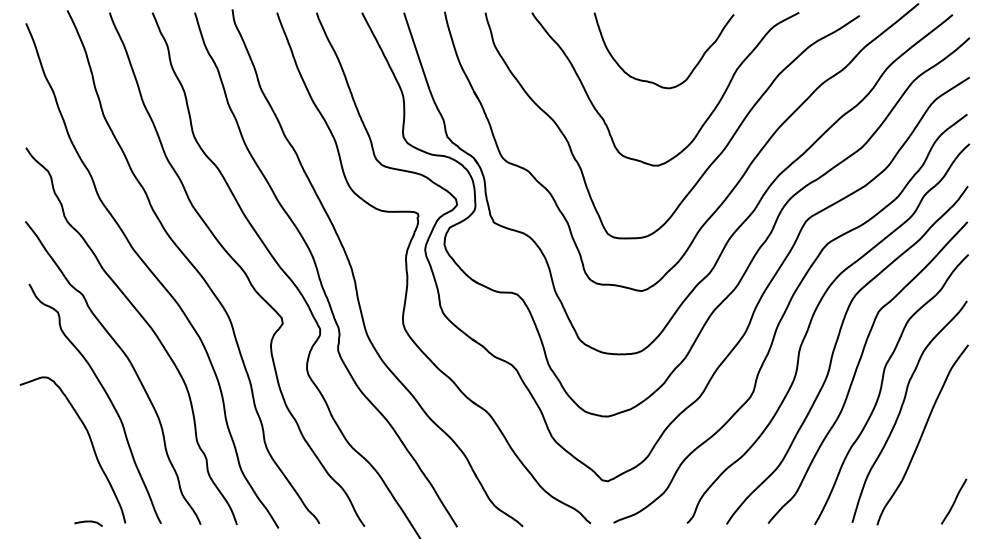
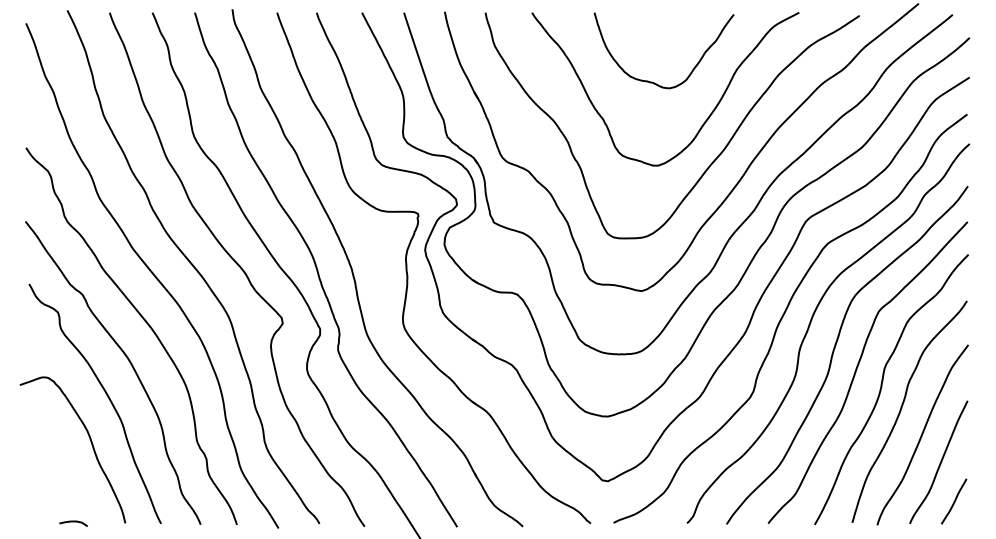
curve at (940, 461): none -> present
curve at (88, 522) position: (88, 522) -> (73, 522)
